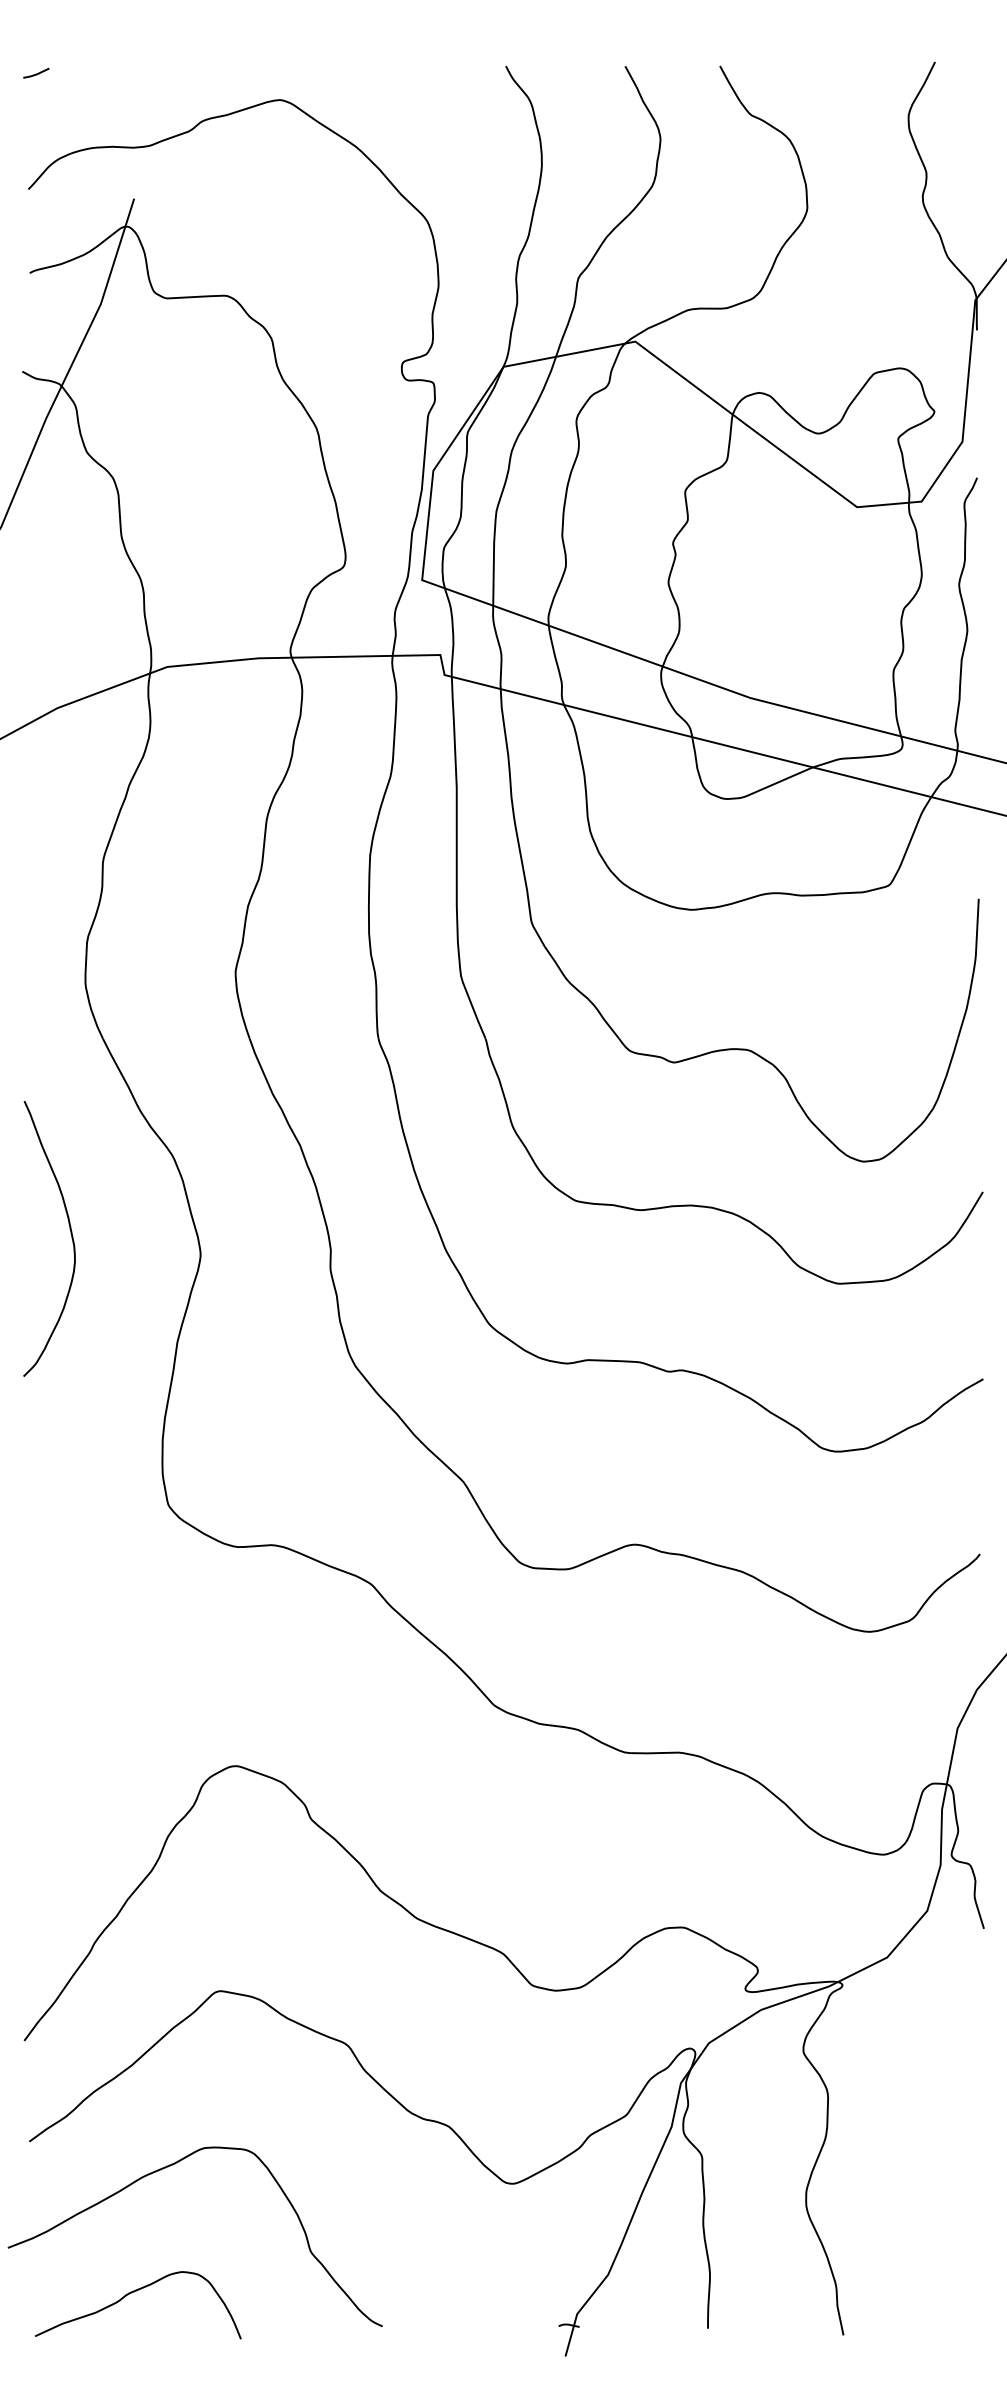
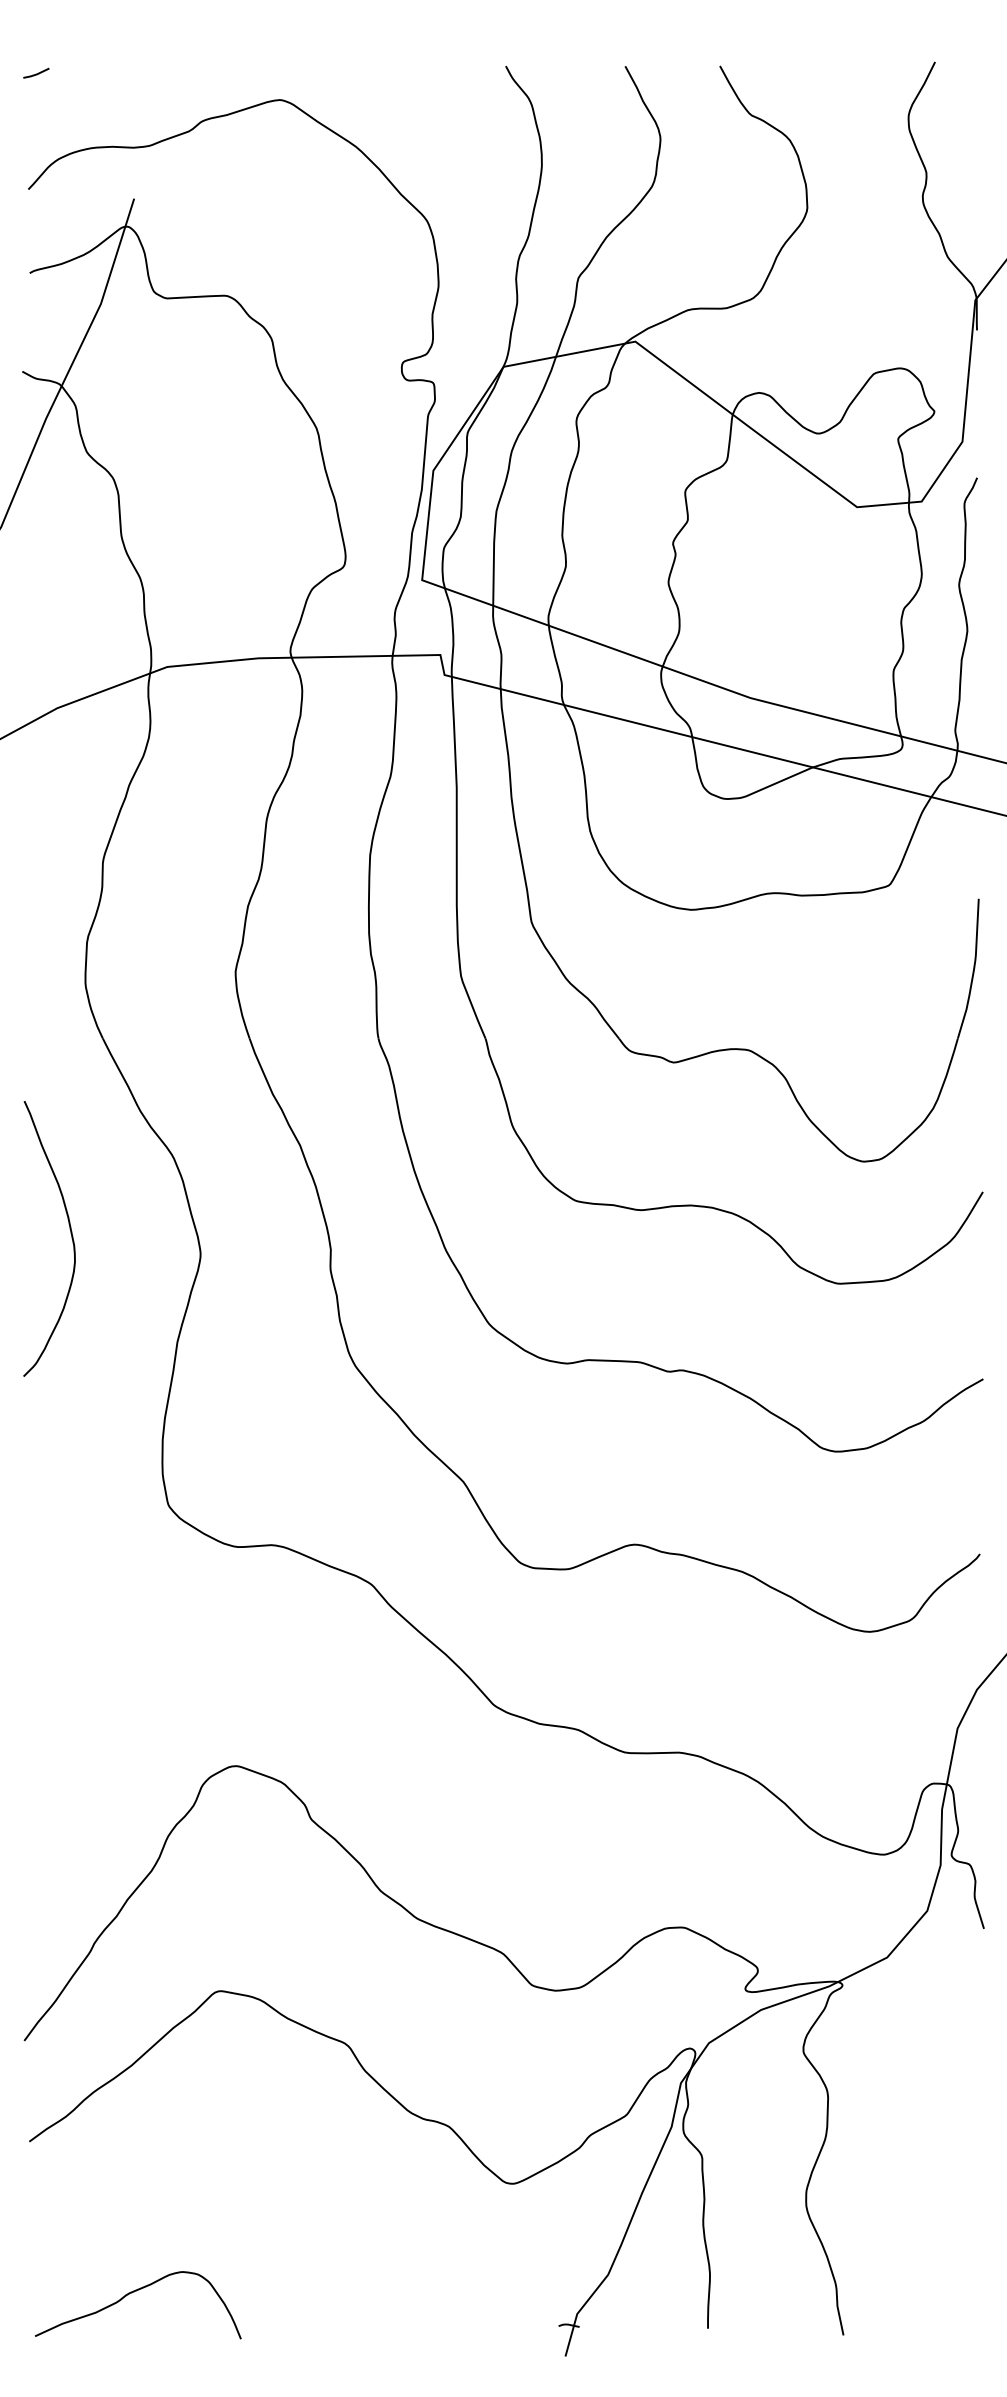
curve at (168, 2167): present -> none
